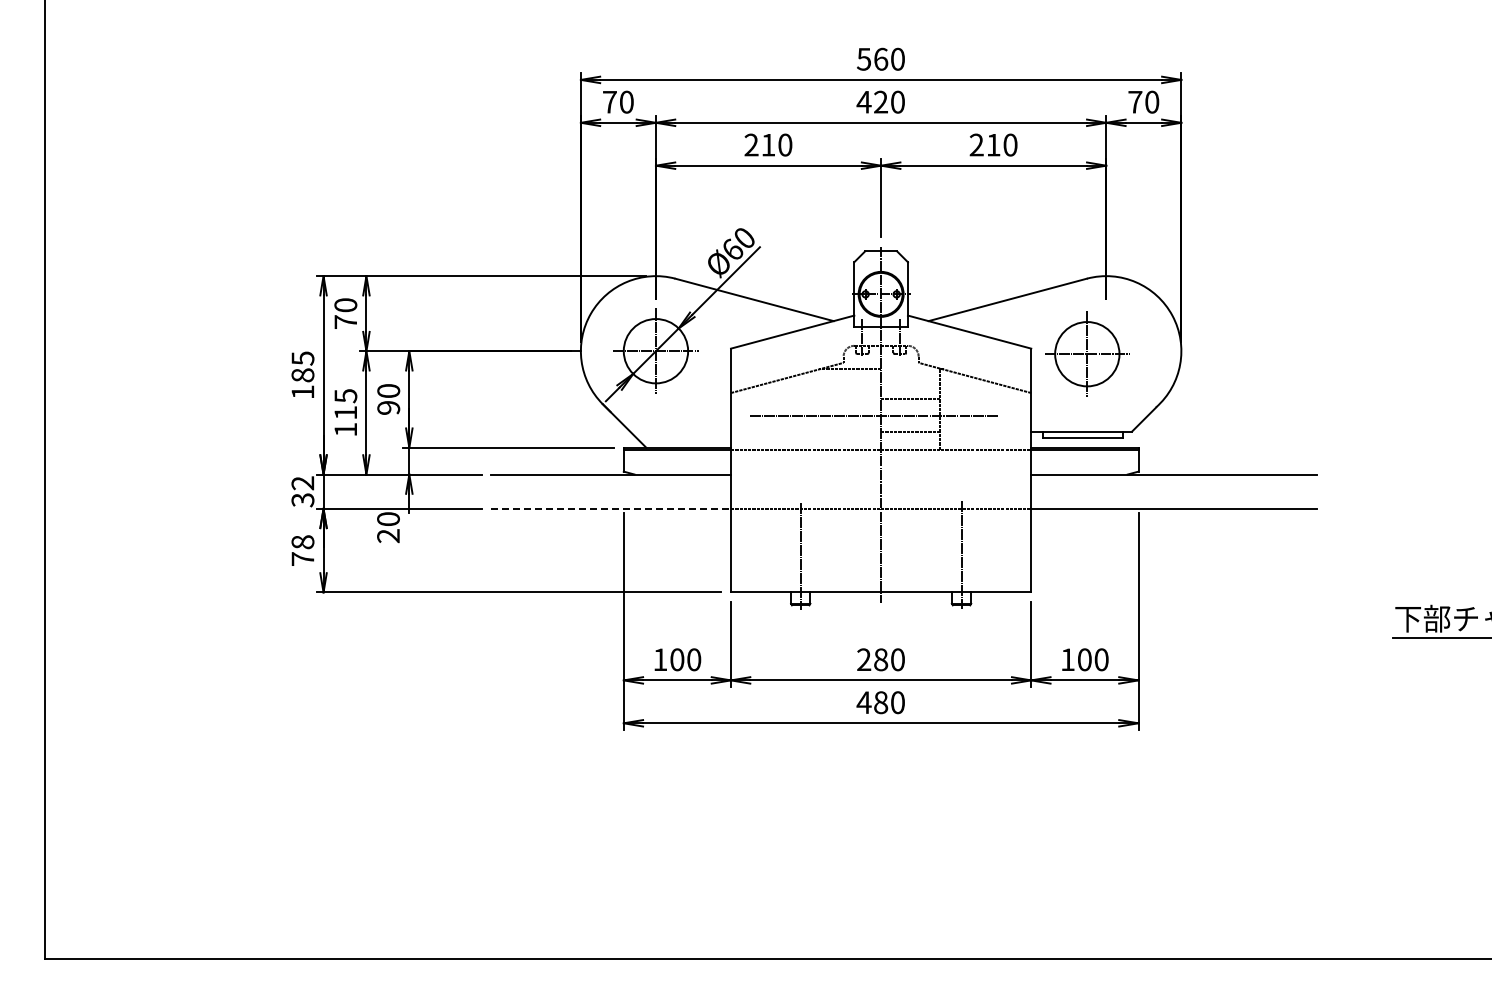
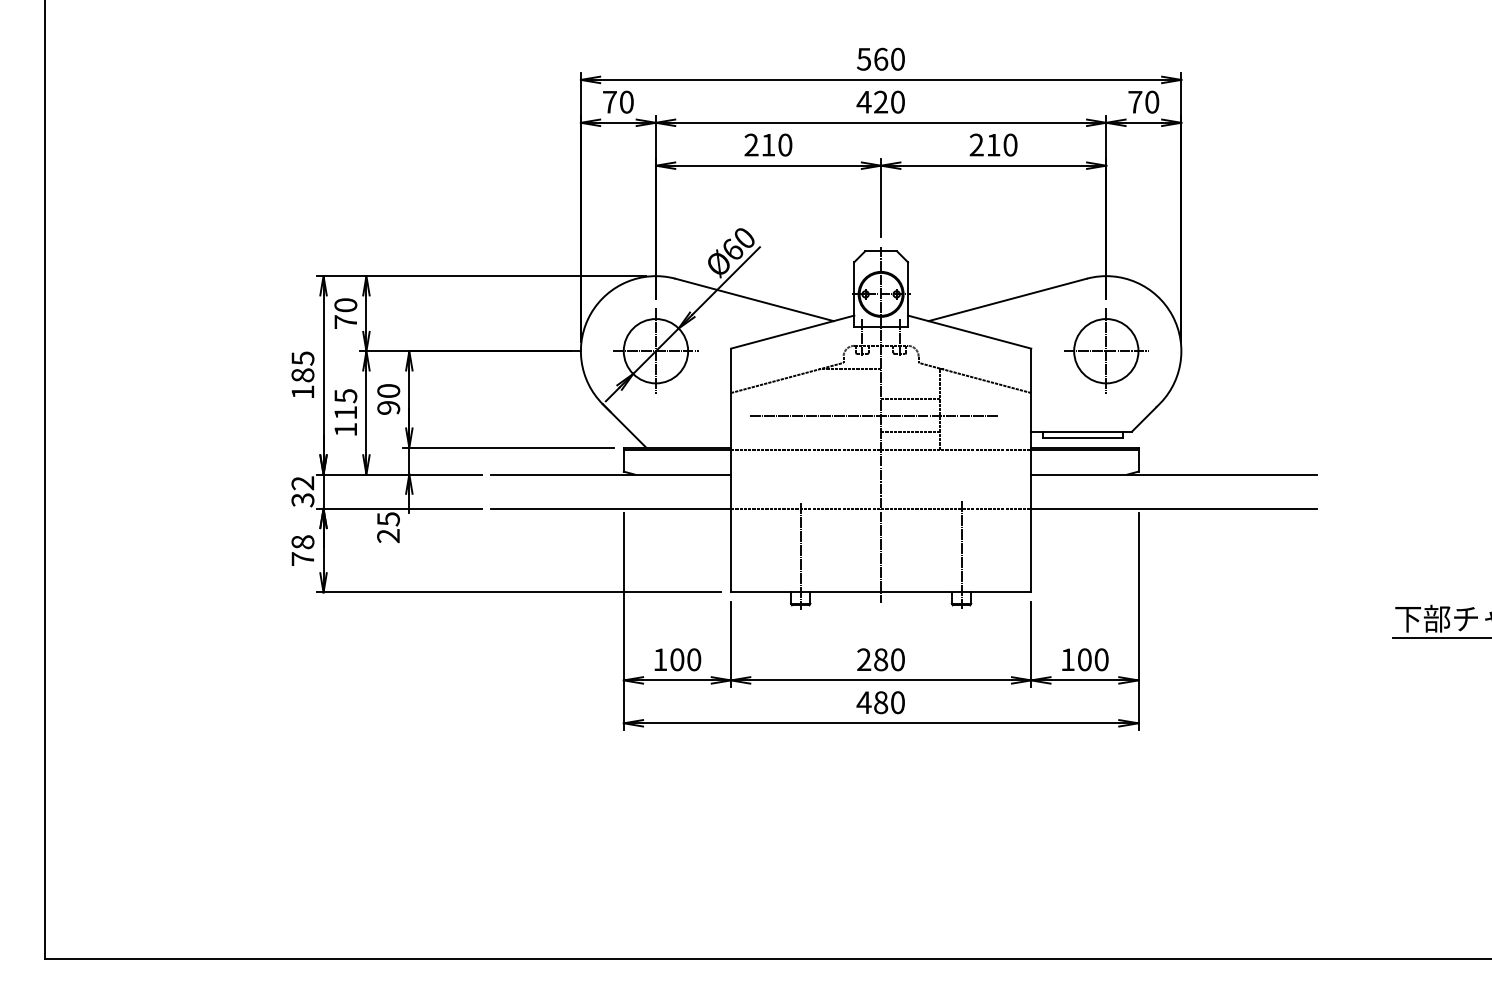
part at (1087, 353) position: (1087, 353) -> (1106, 350)
line at (611, 508): dashed -> solid
text at (388, 519): 20 -> 25
